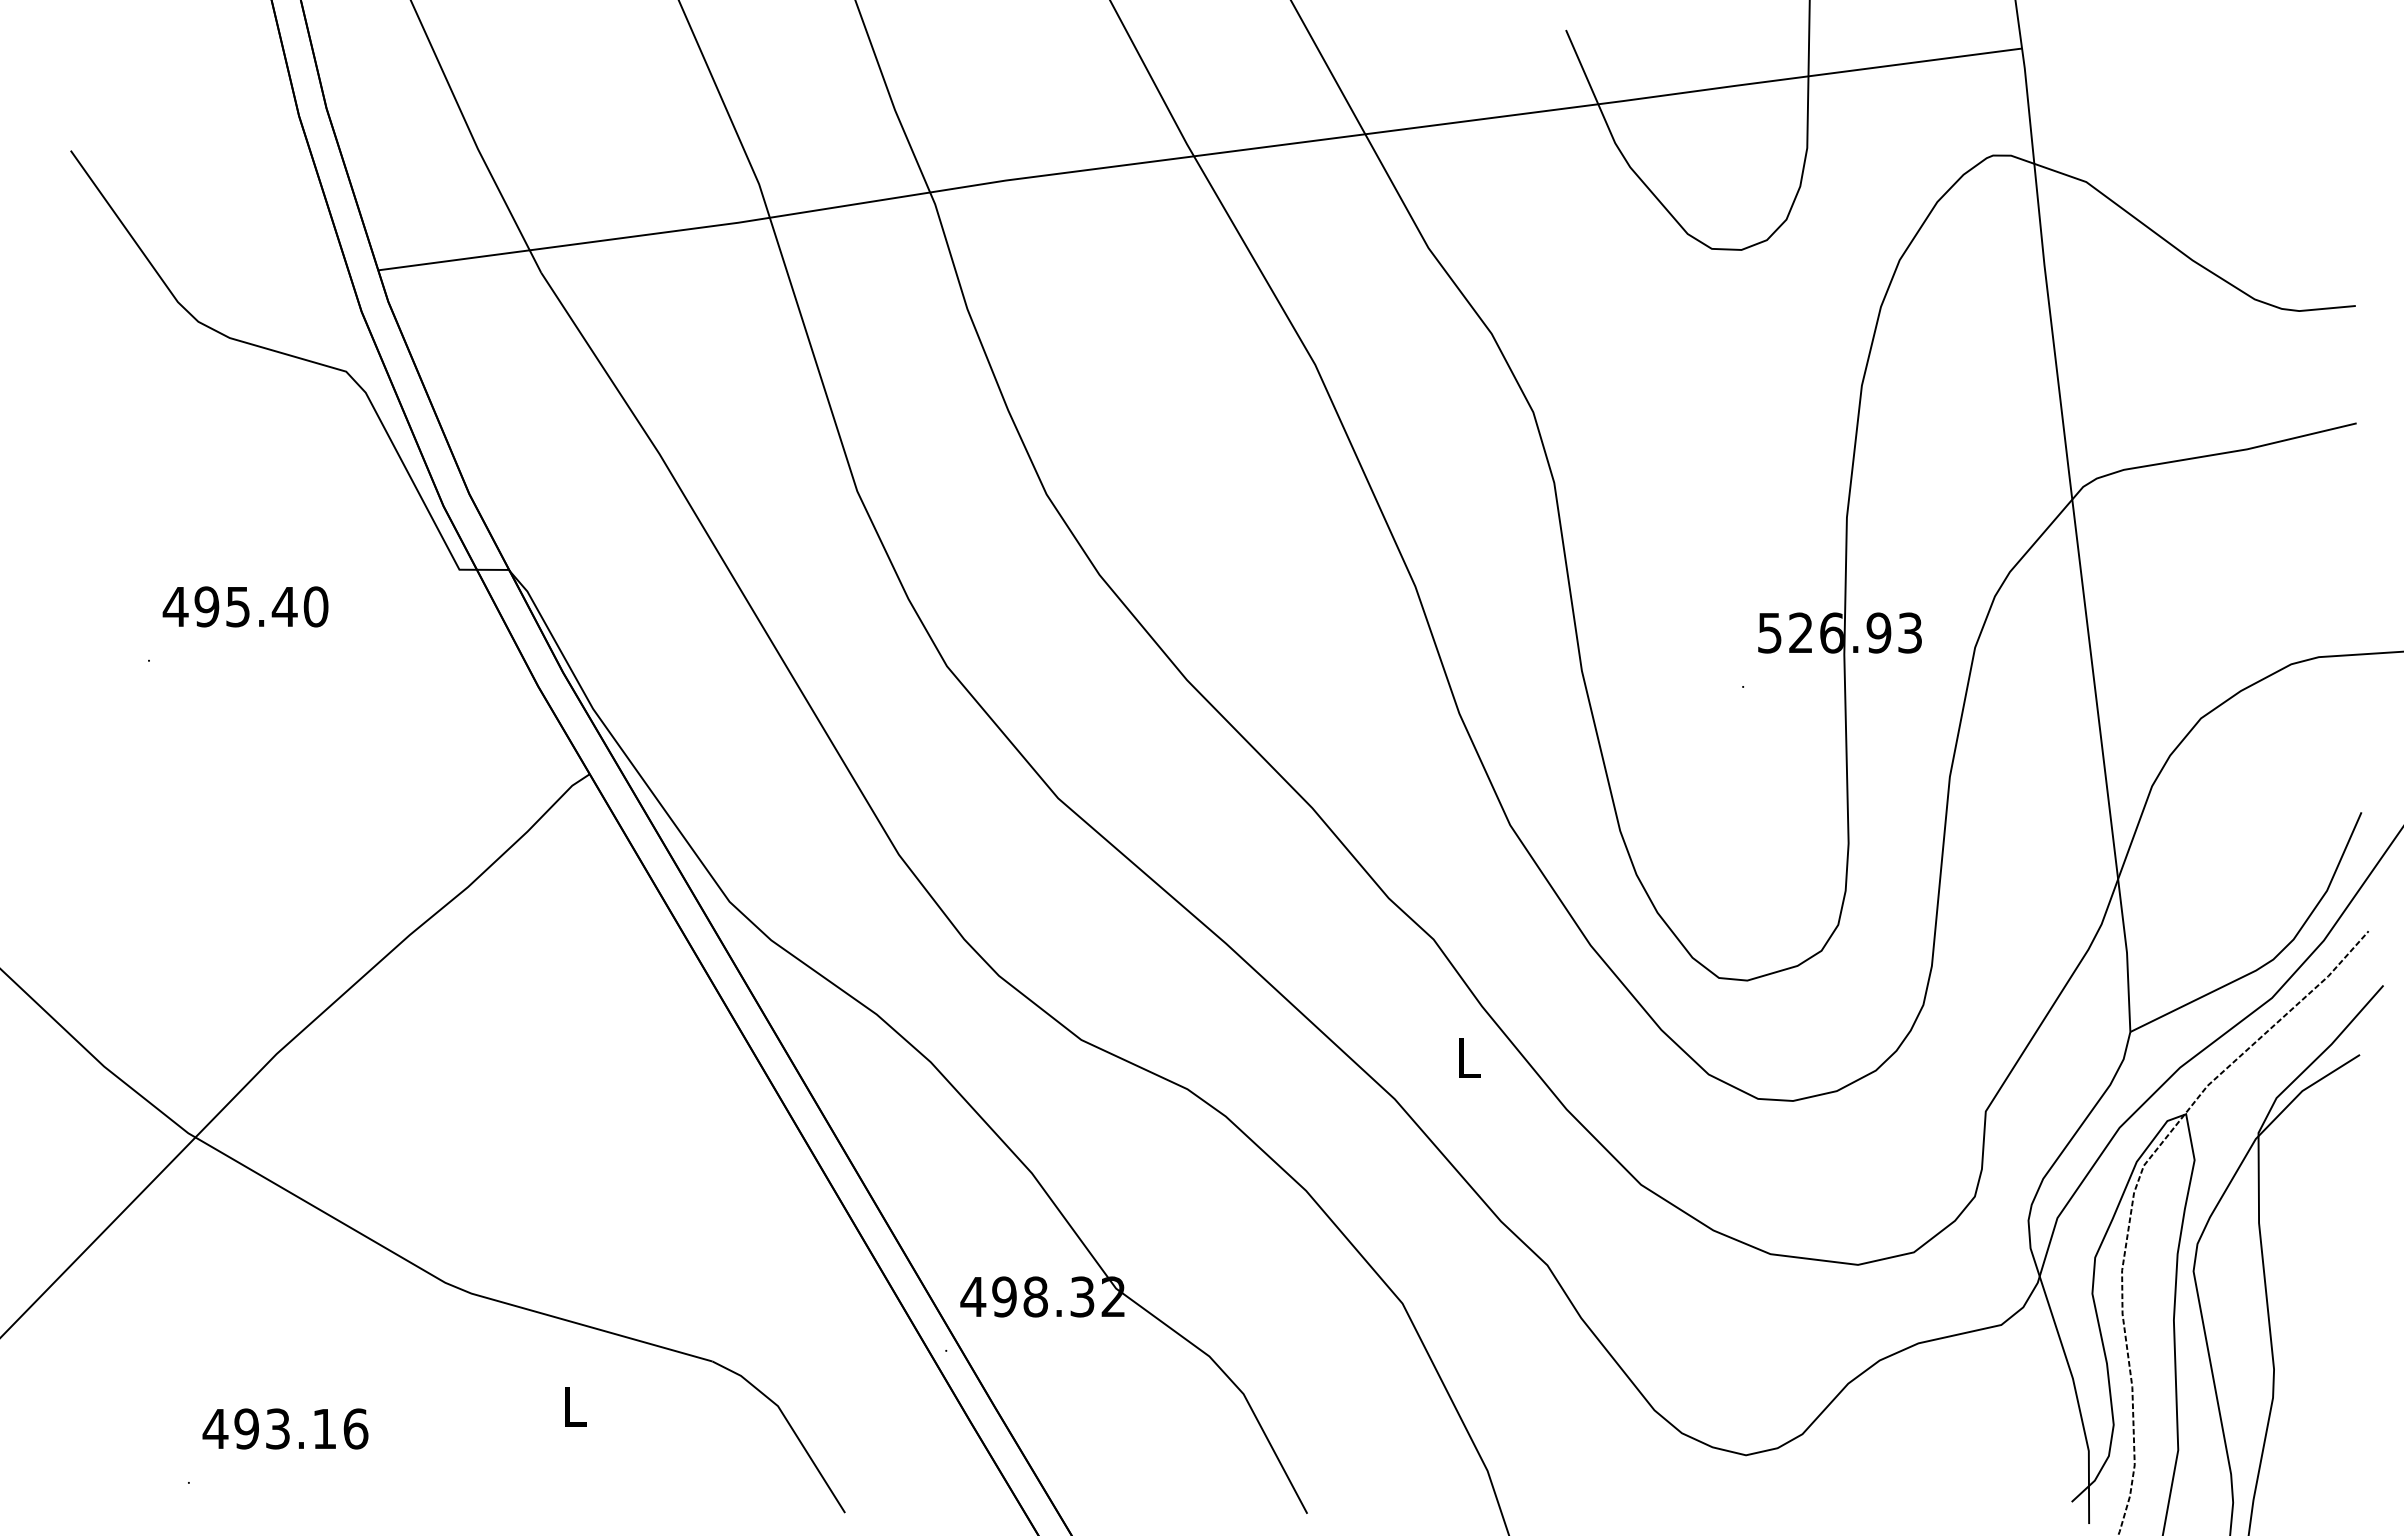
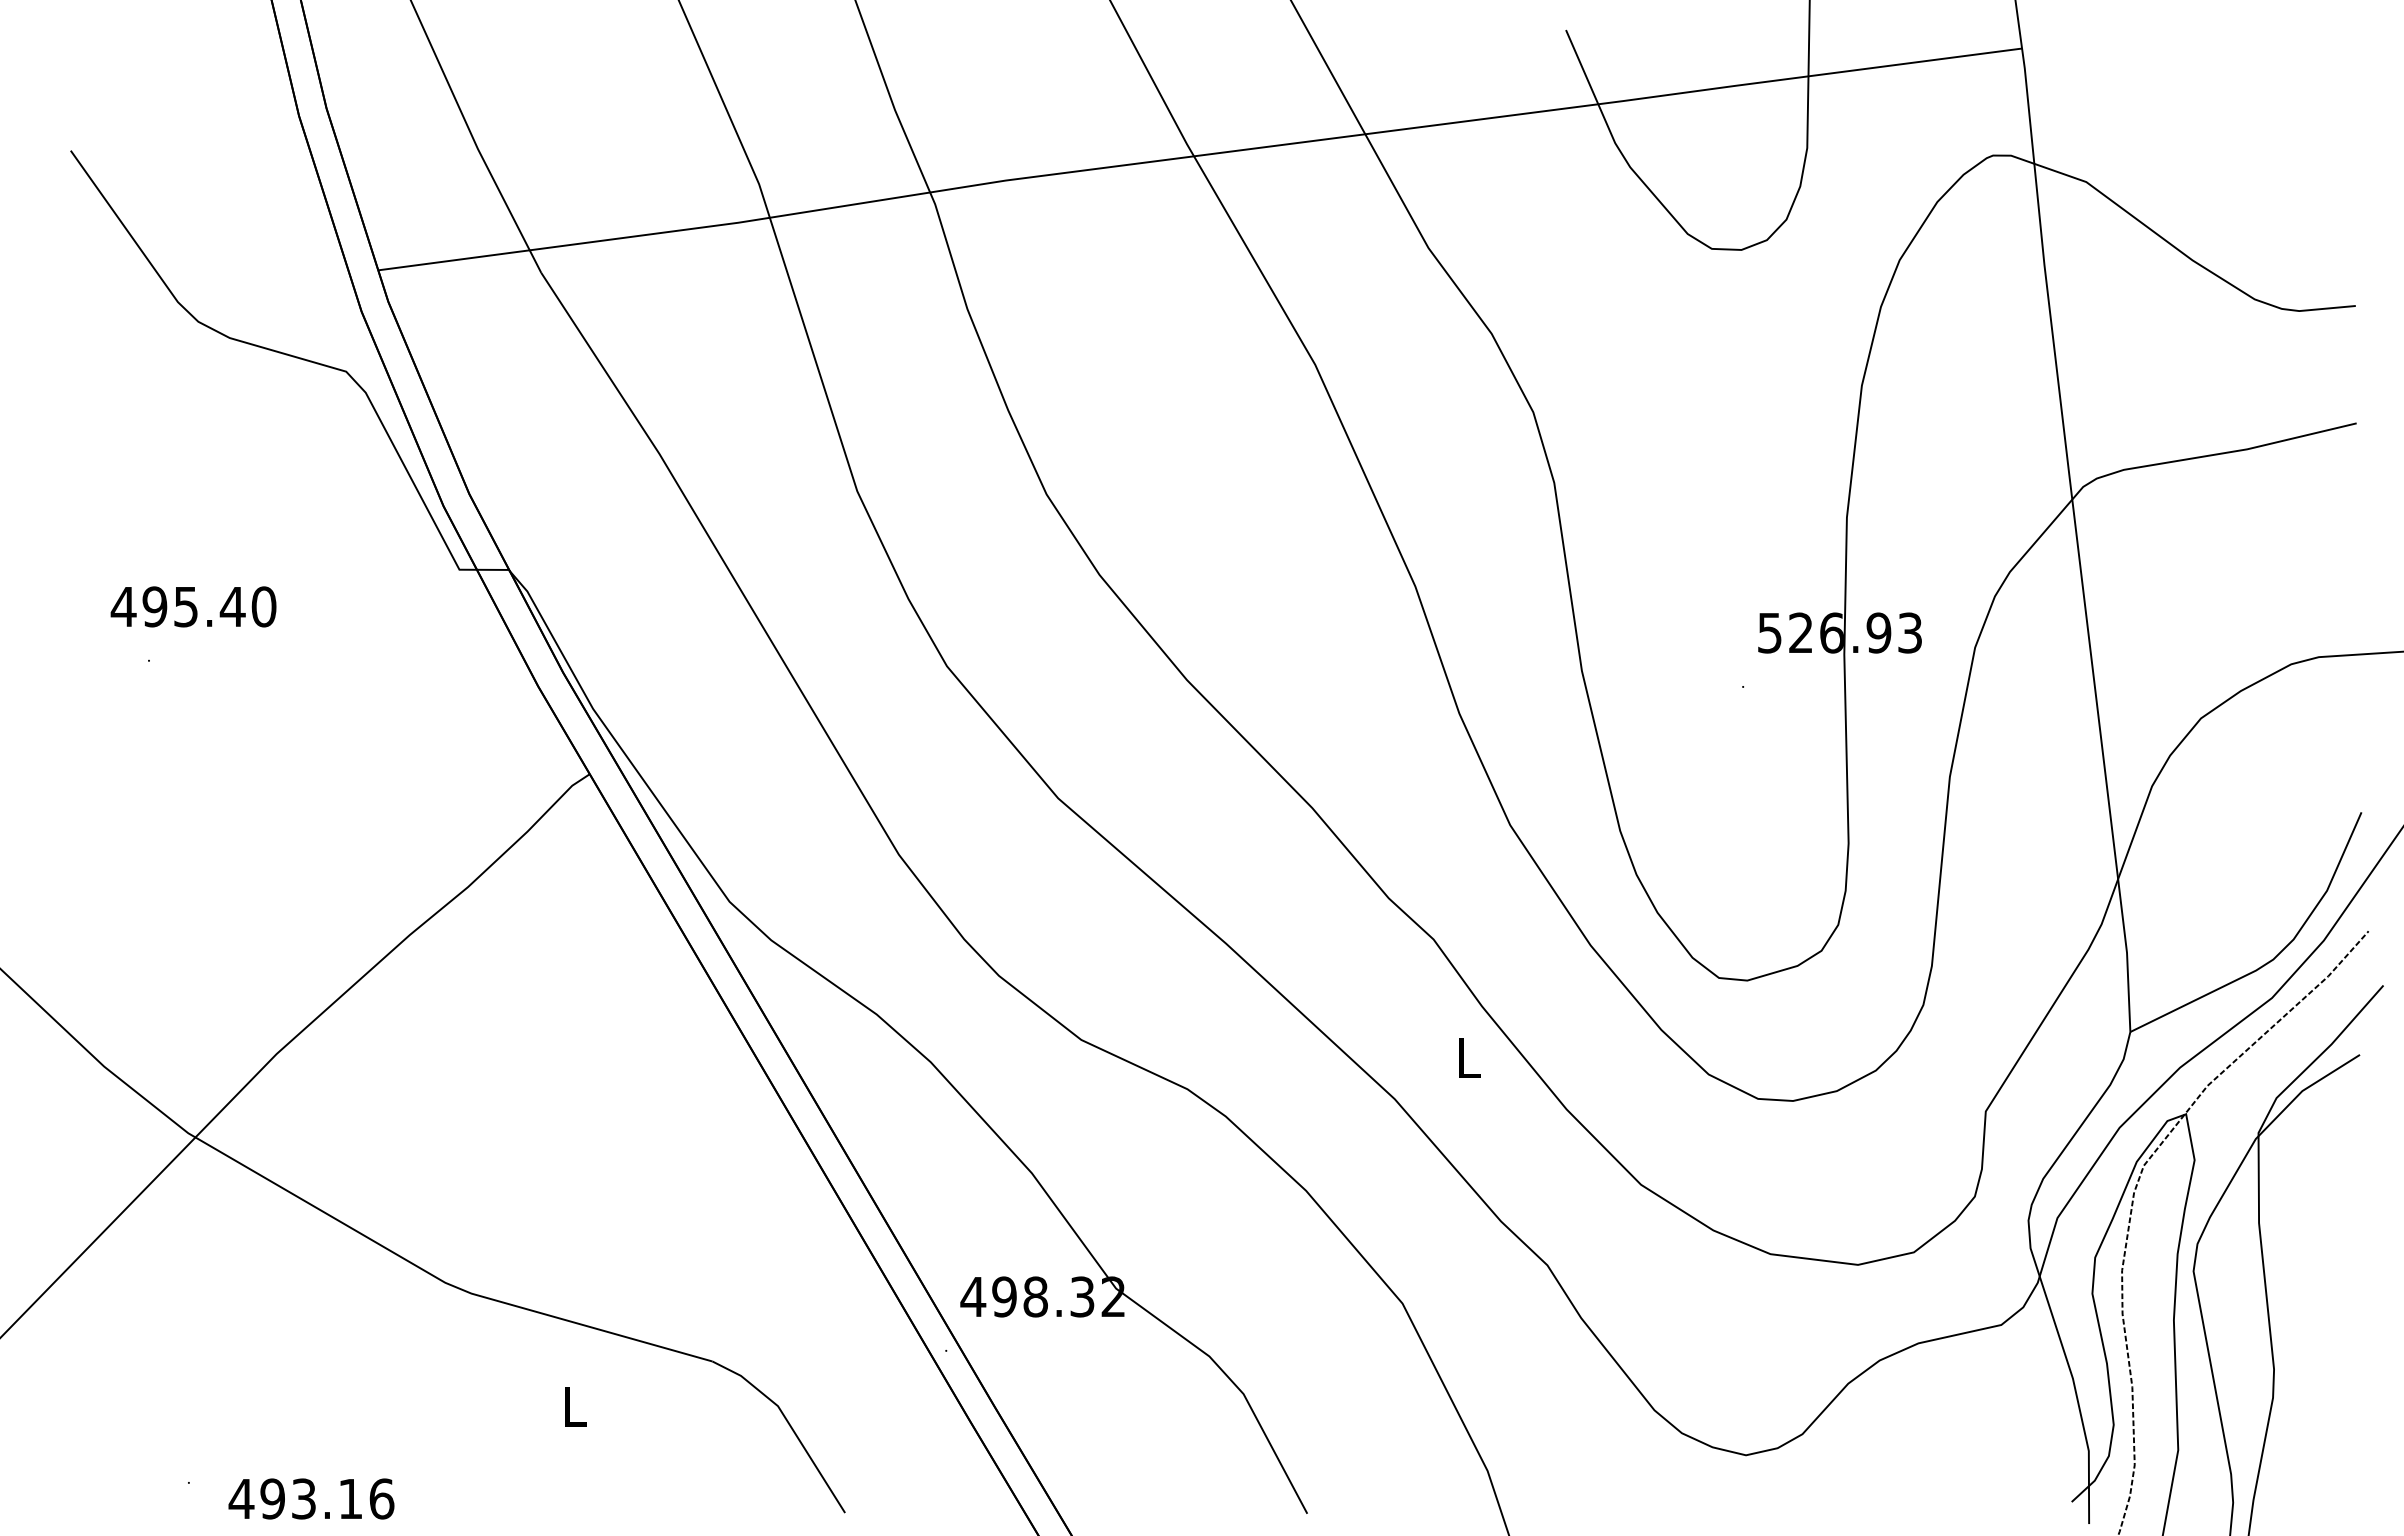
text at (245, 606) position: (245, 606) -> (193, 606)
text at (285, 1428) position: (285, 1428) -> (311, 1498)
